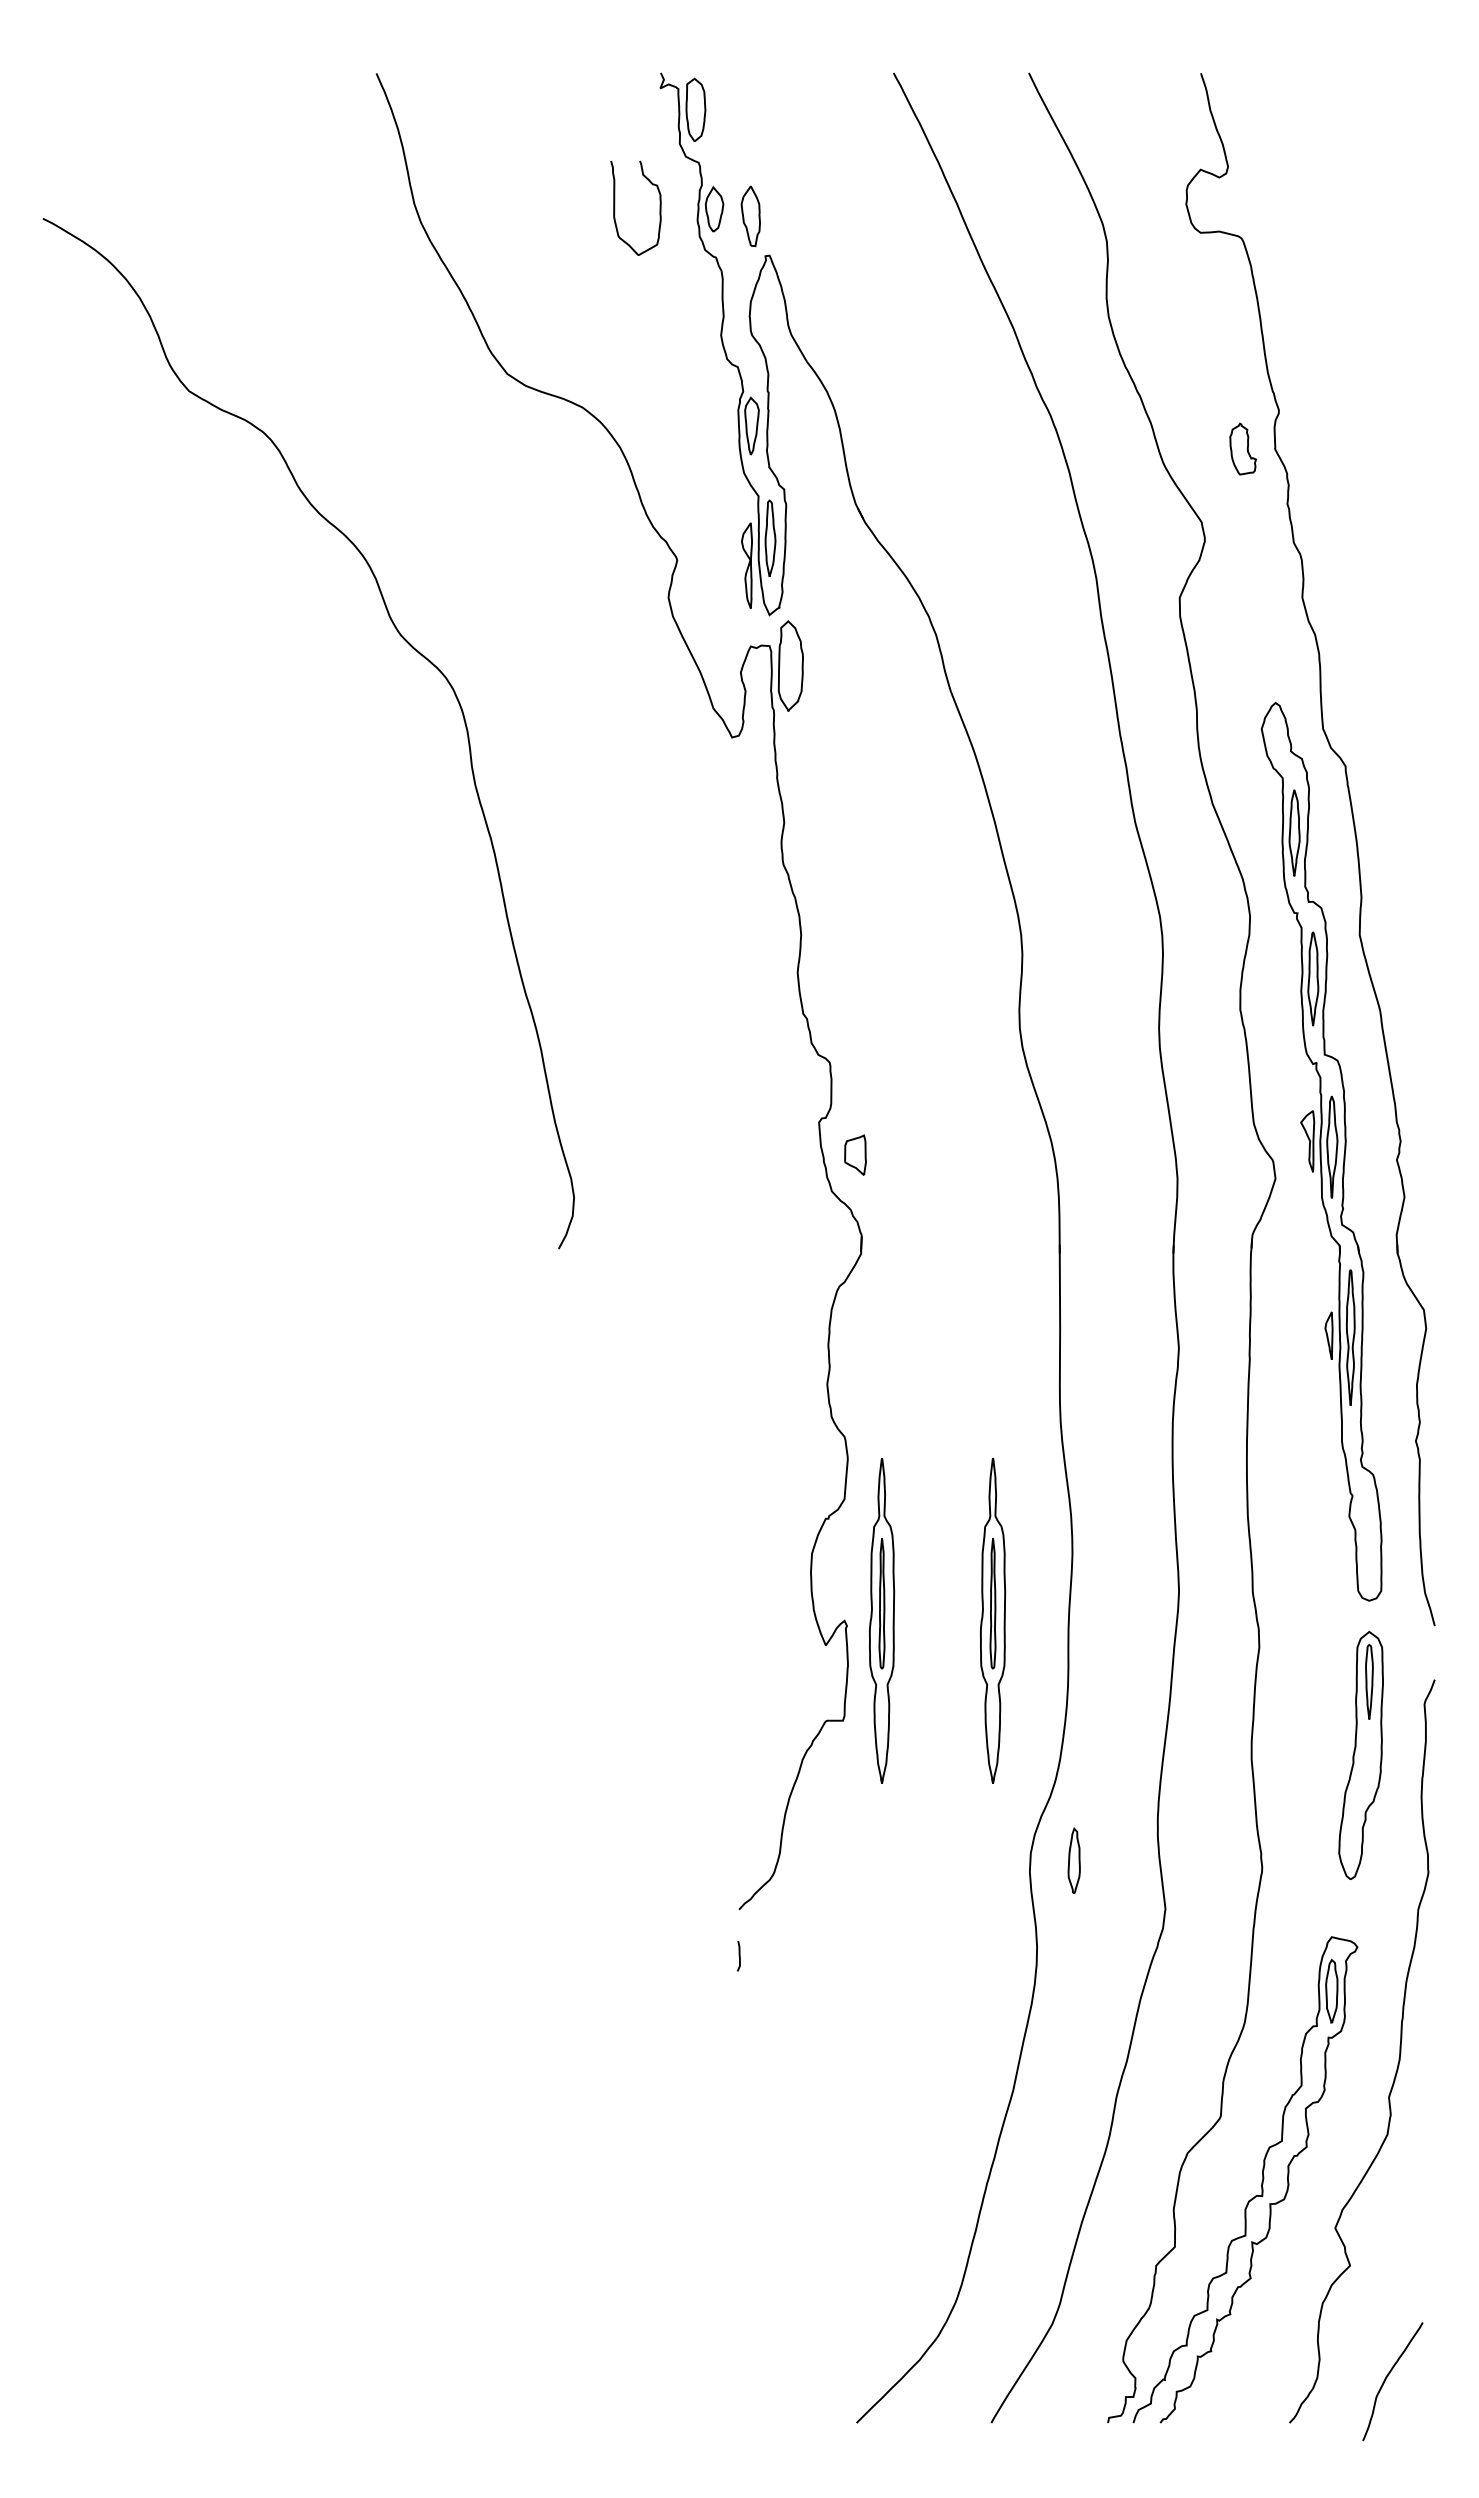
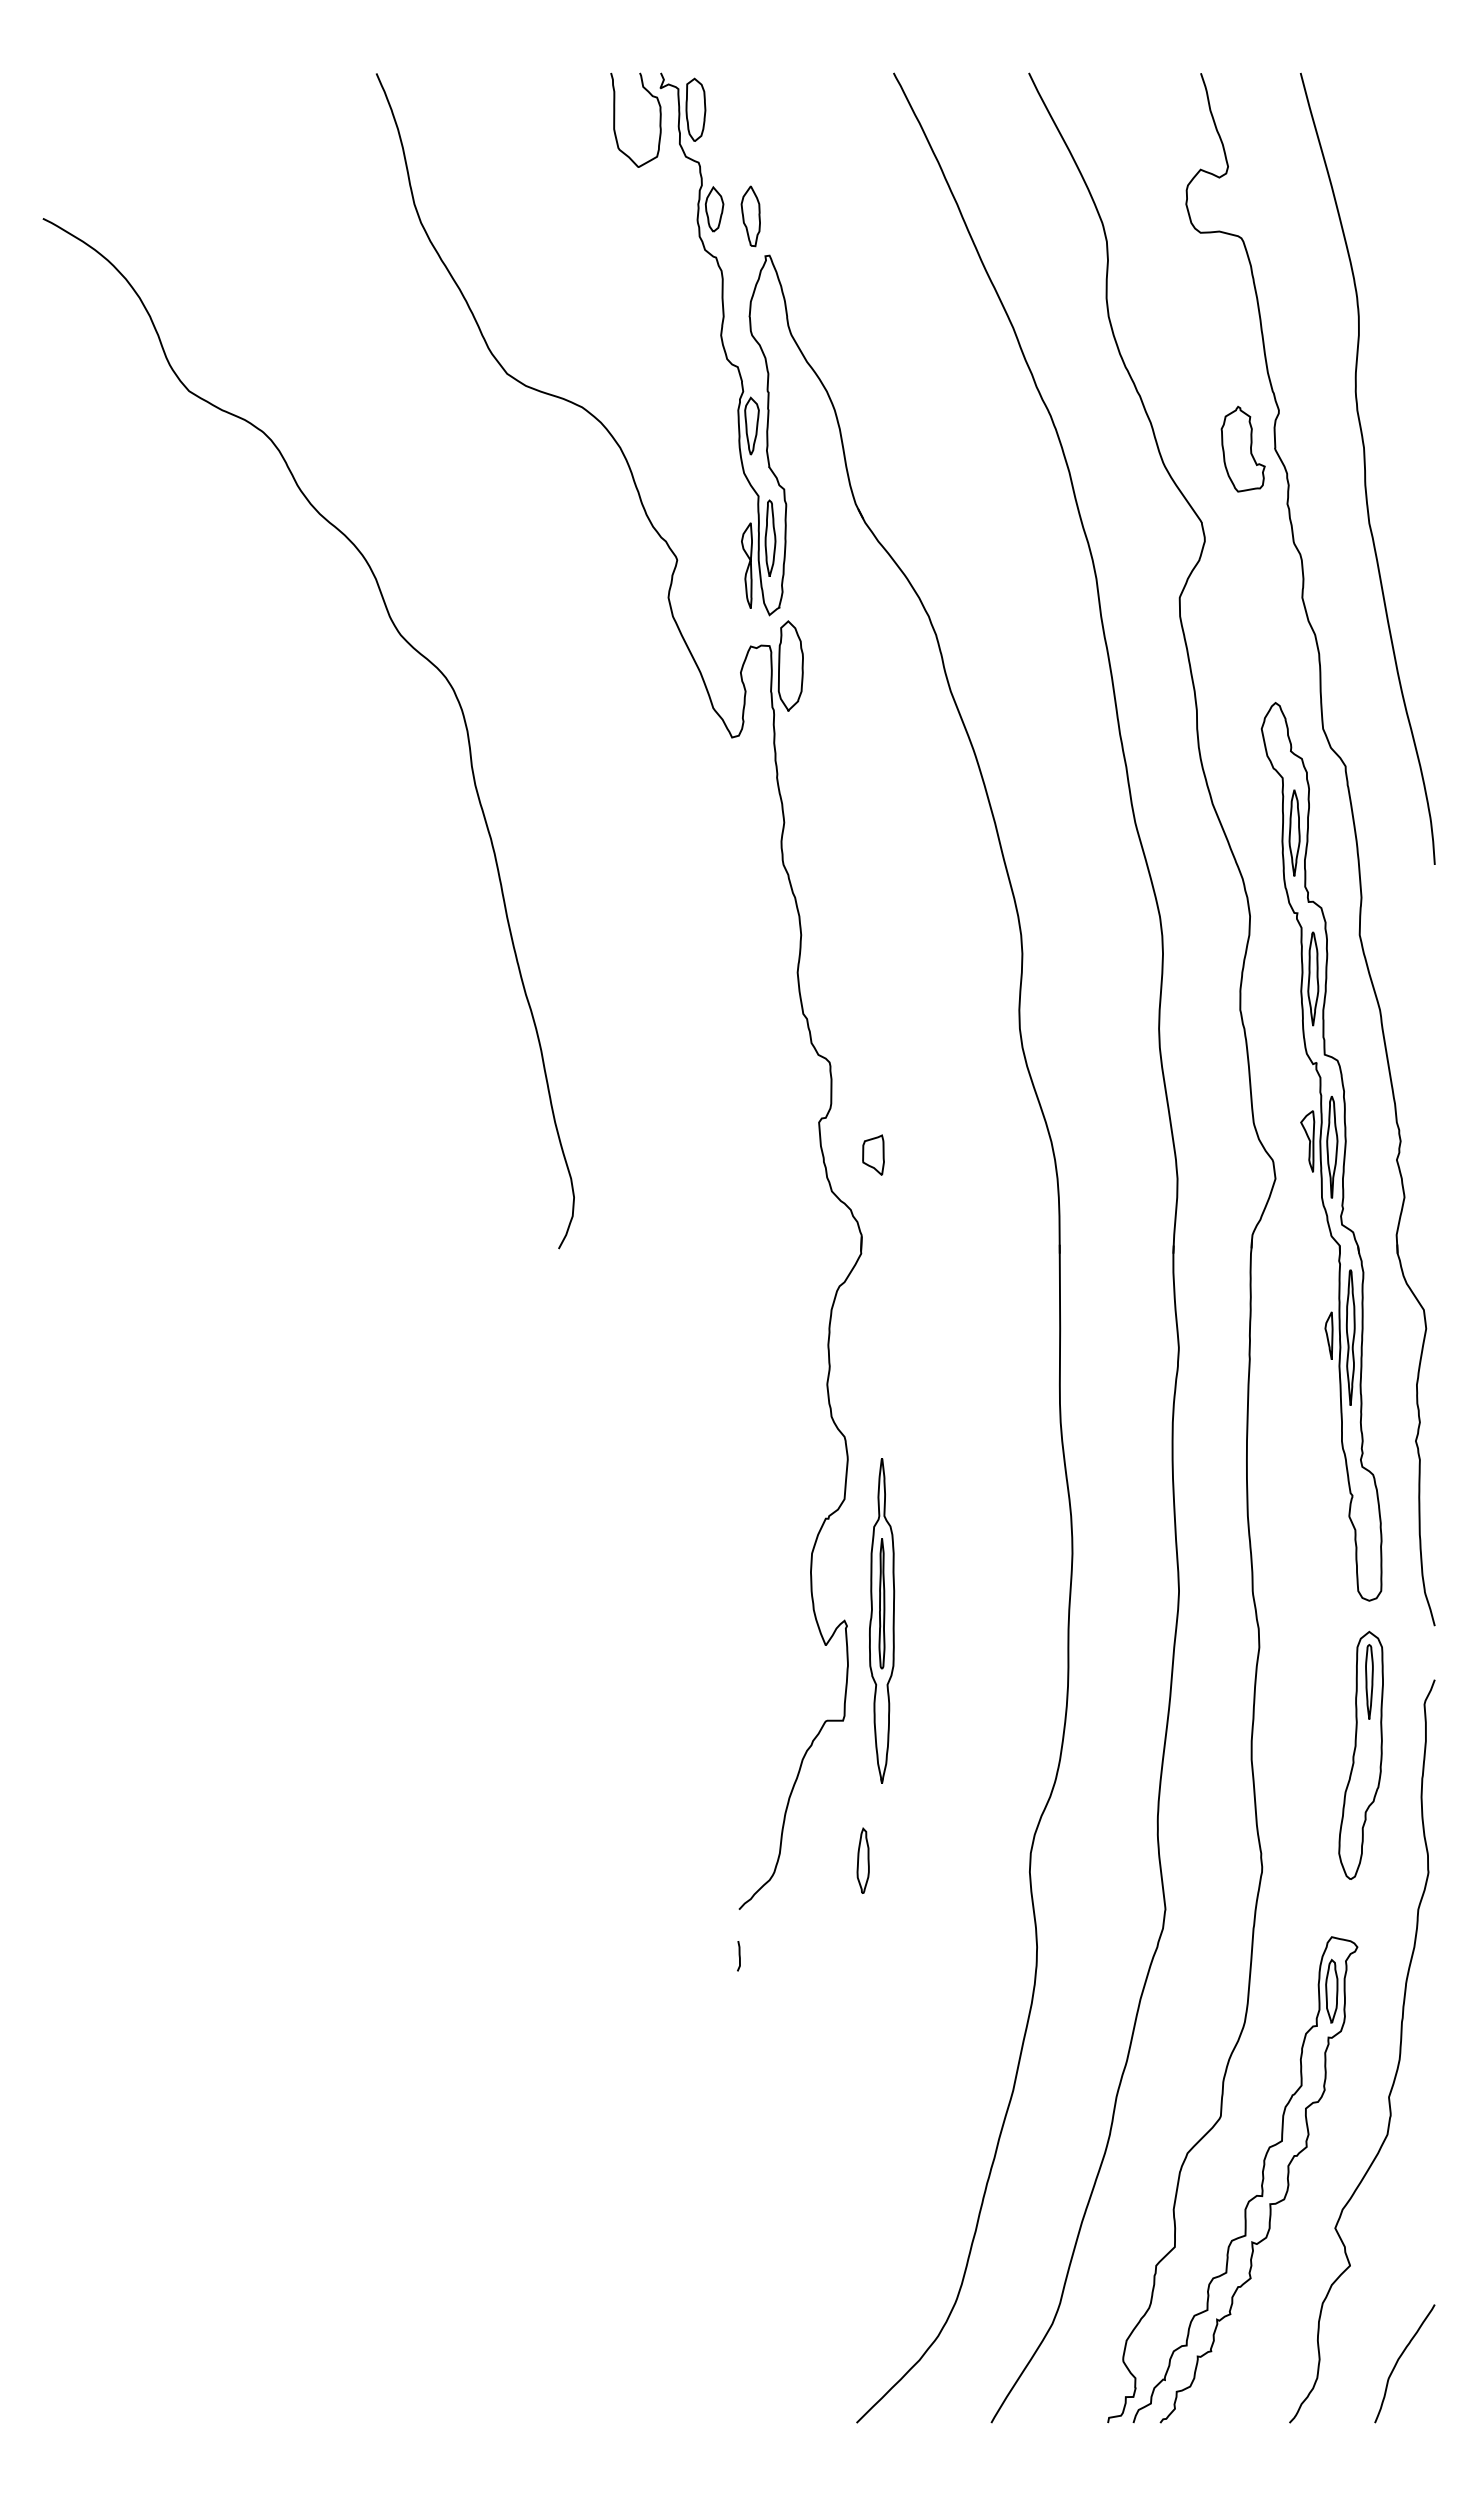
curve at (615, 207) position: (615, 207) -> (615, 119)
part at (1242, 448) size: 28x54 px -> 46x88 px
curve at (1365, 468): none -> present
part at (855, 1154) position: (855, 1154) -> (873, 1154)
part at (993, 1620): present -> none
part at (1073, 1860) position: (1073, 1860) -> (862, 1860)
curve at (1386, 2379) position: (1386, 2379) -> (1398, 2361)
